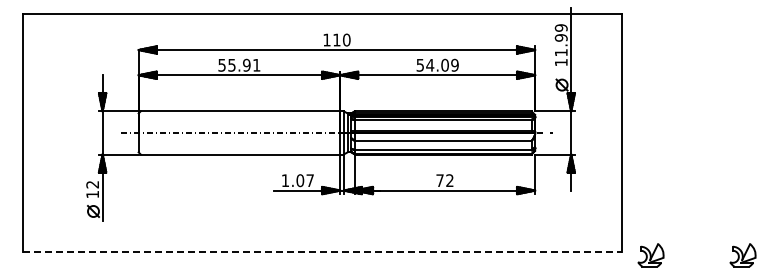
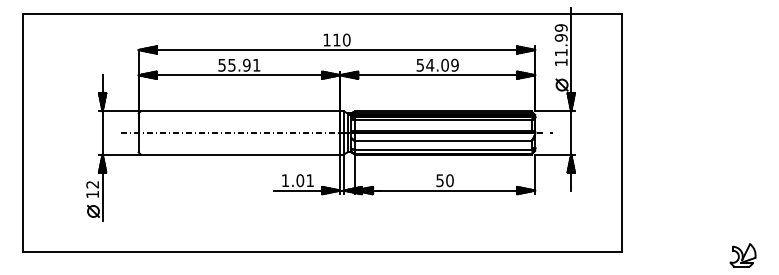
text at (309, 180): 1.07 -> 1.01
text at (444, 180): 72 -> 50
line at (323, 251): dashed -> solid
part at (650, 255): present -> none
